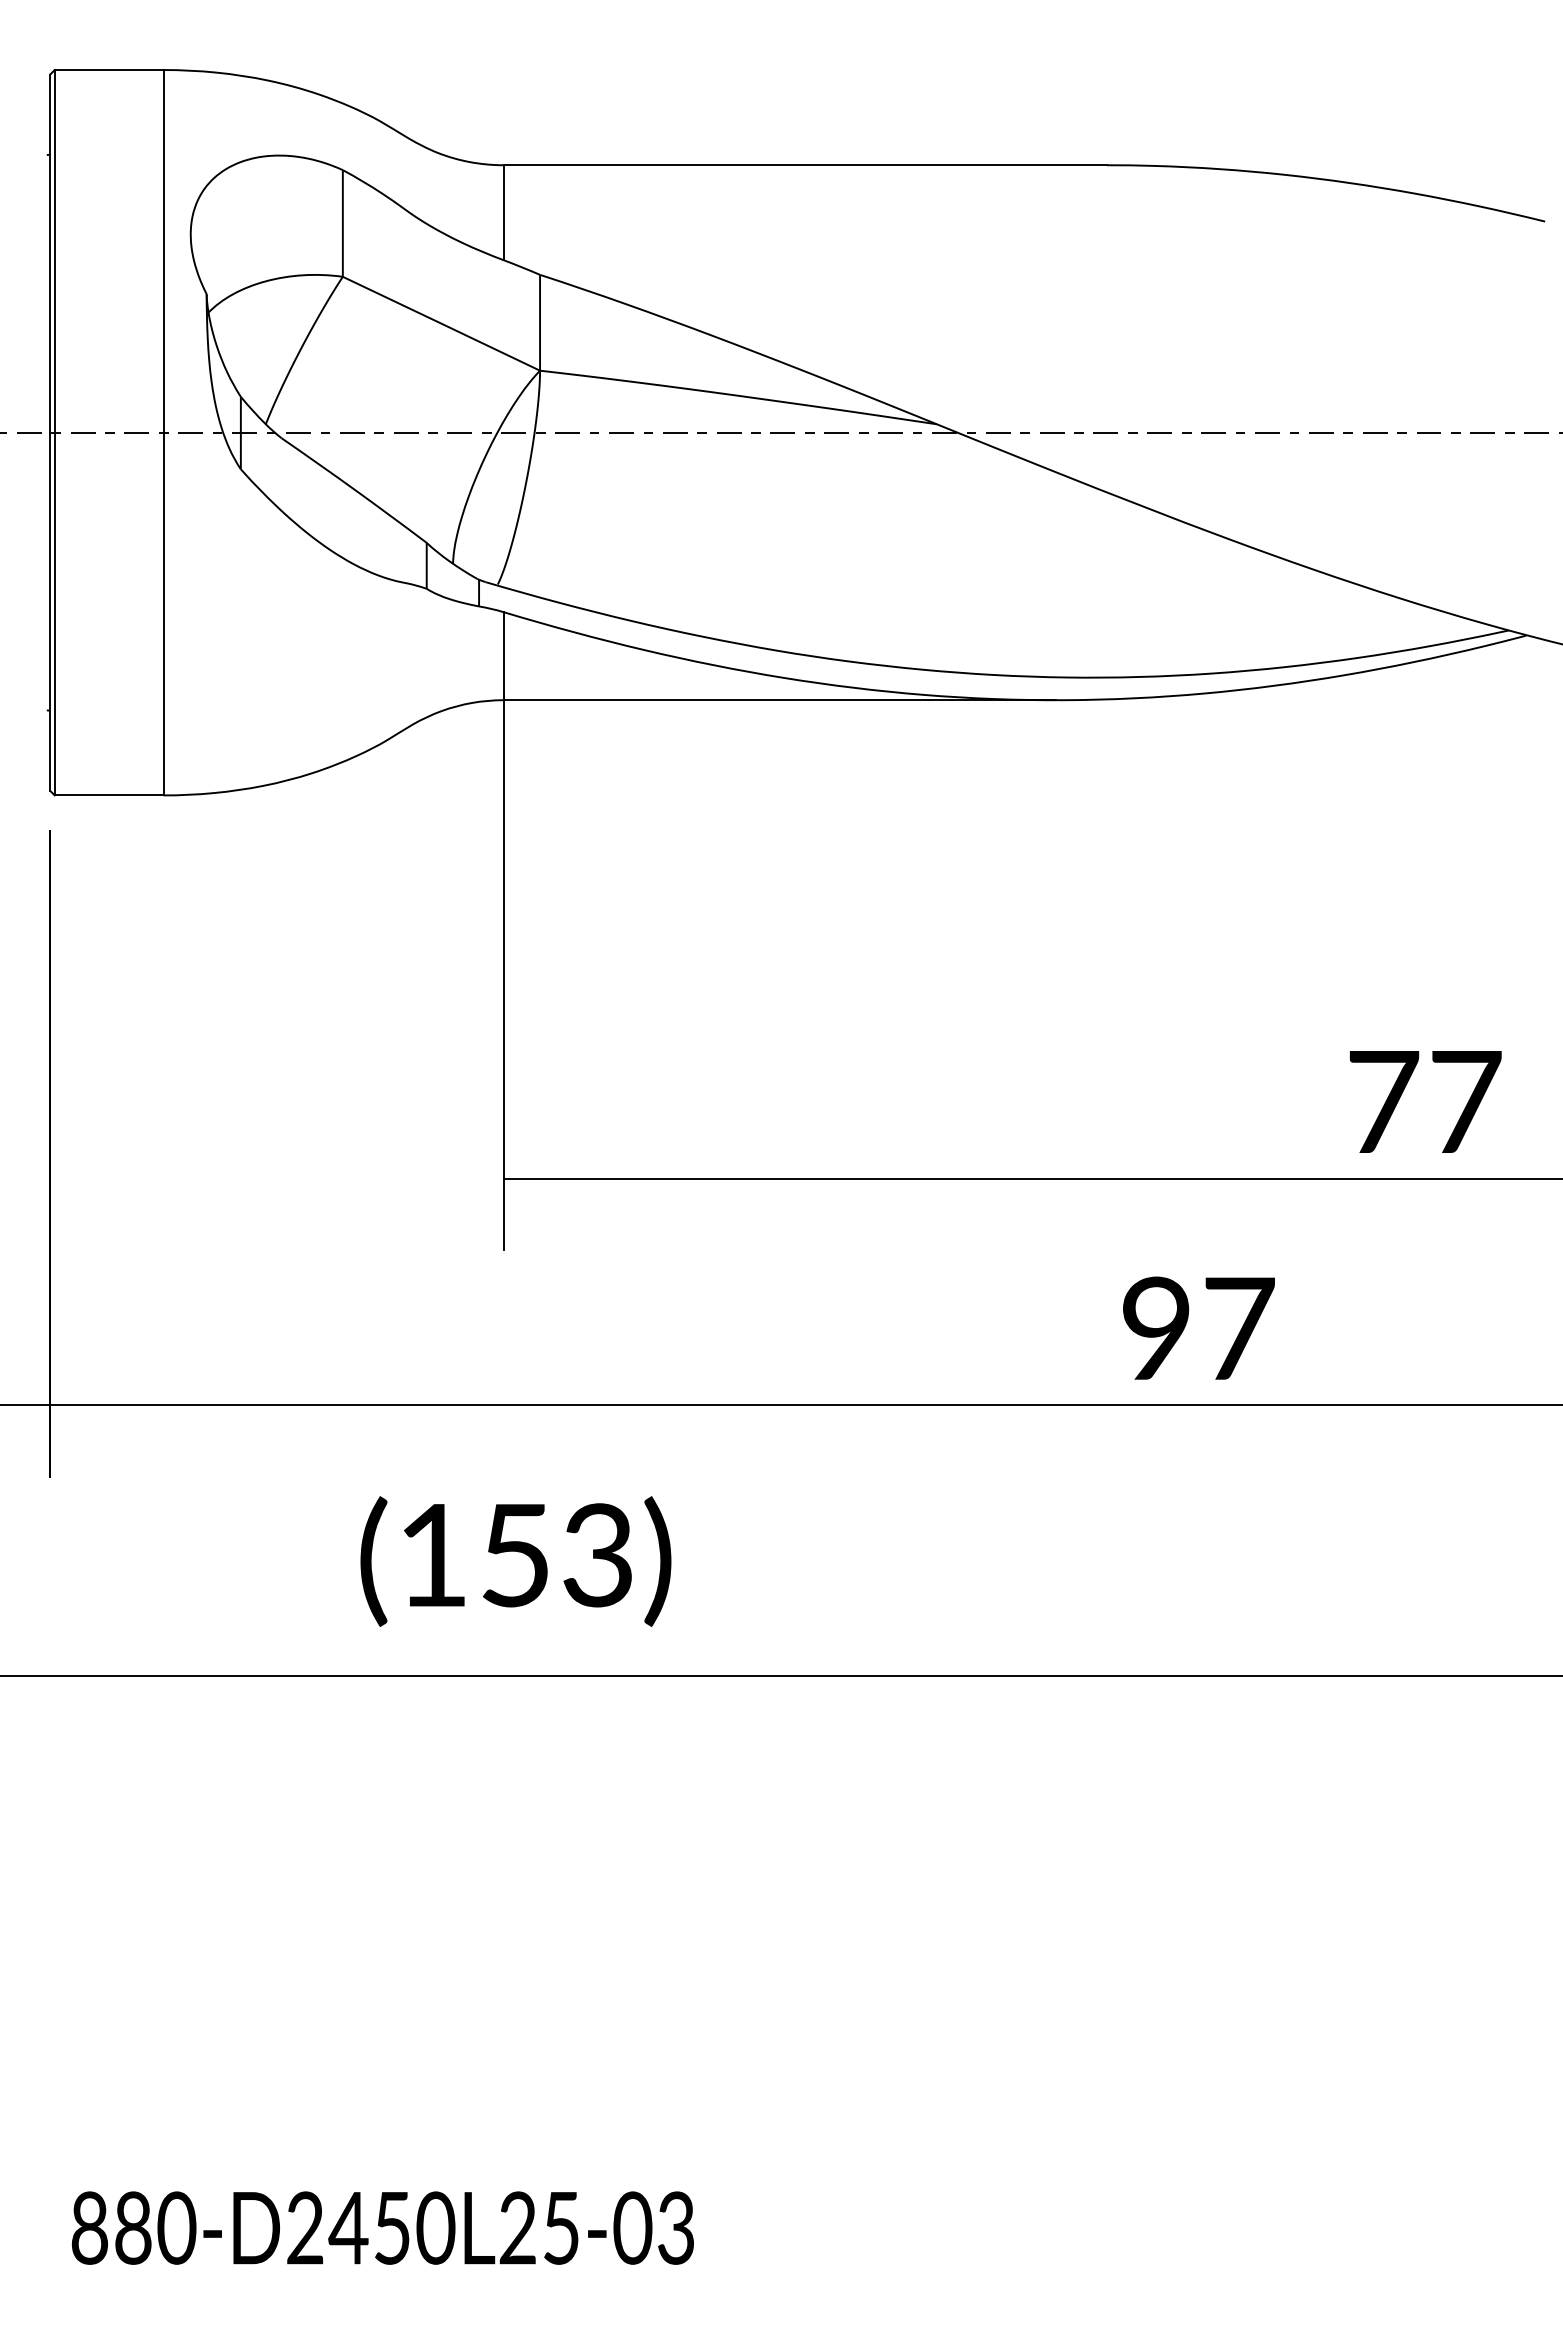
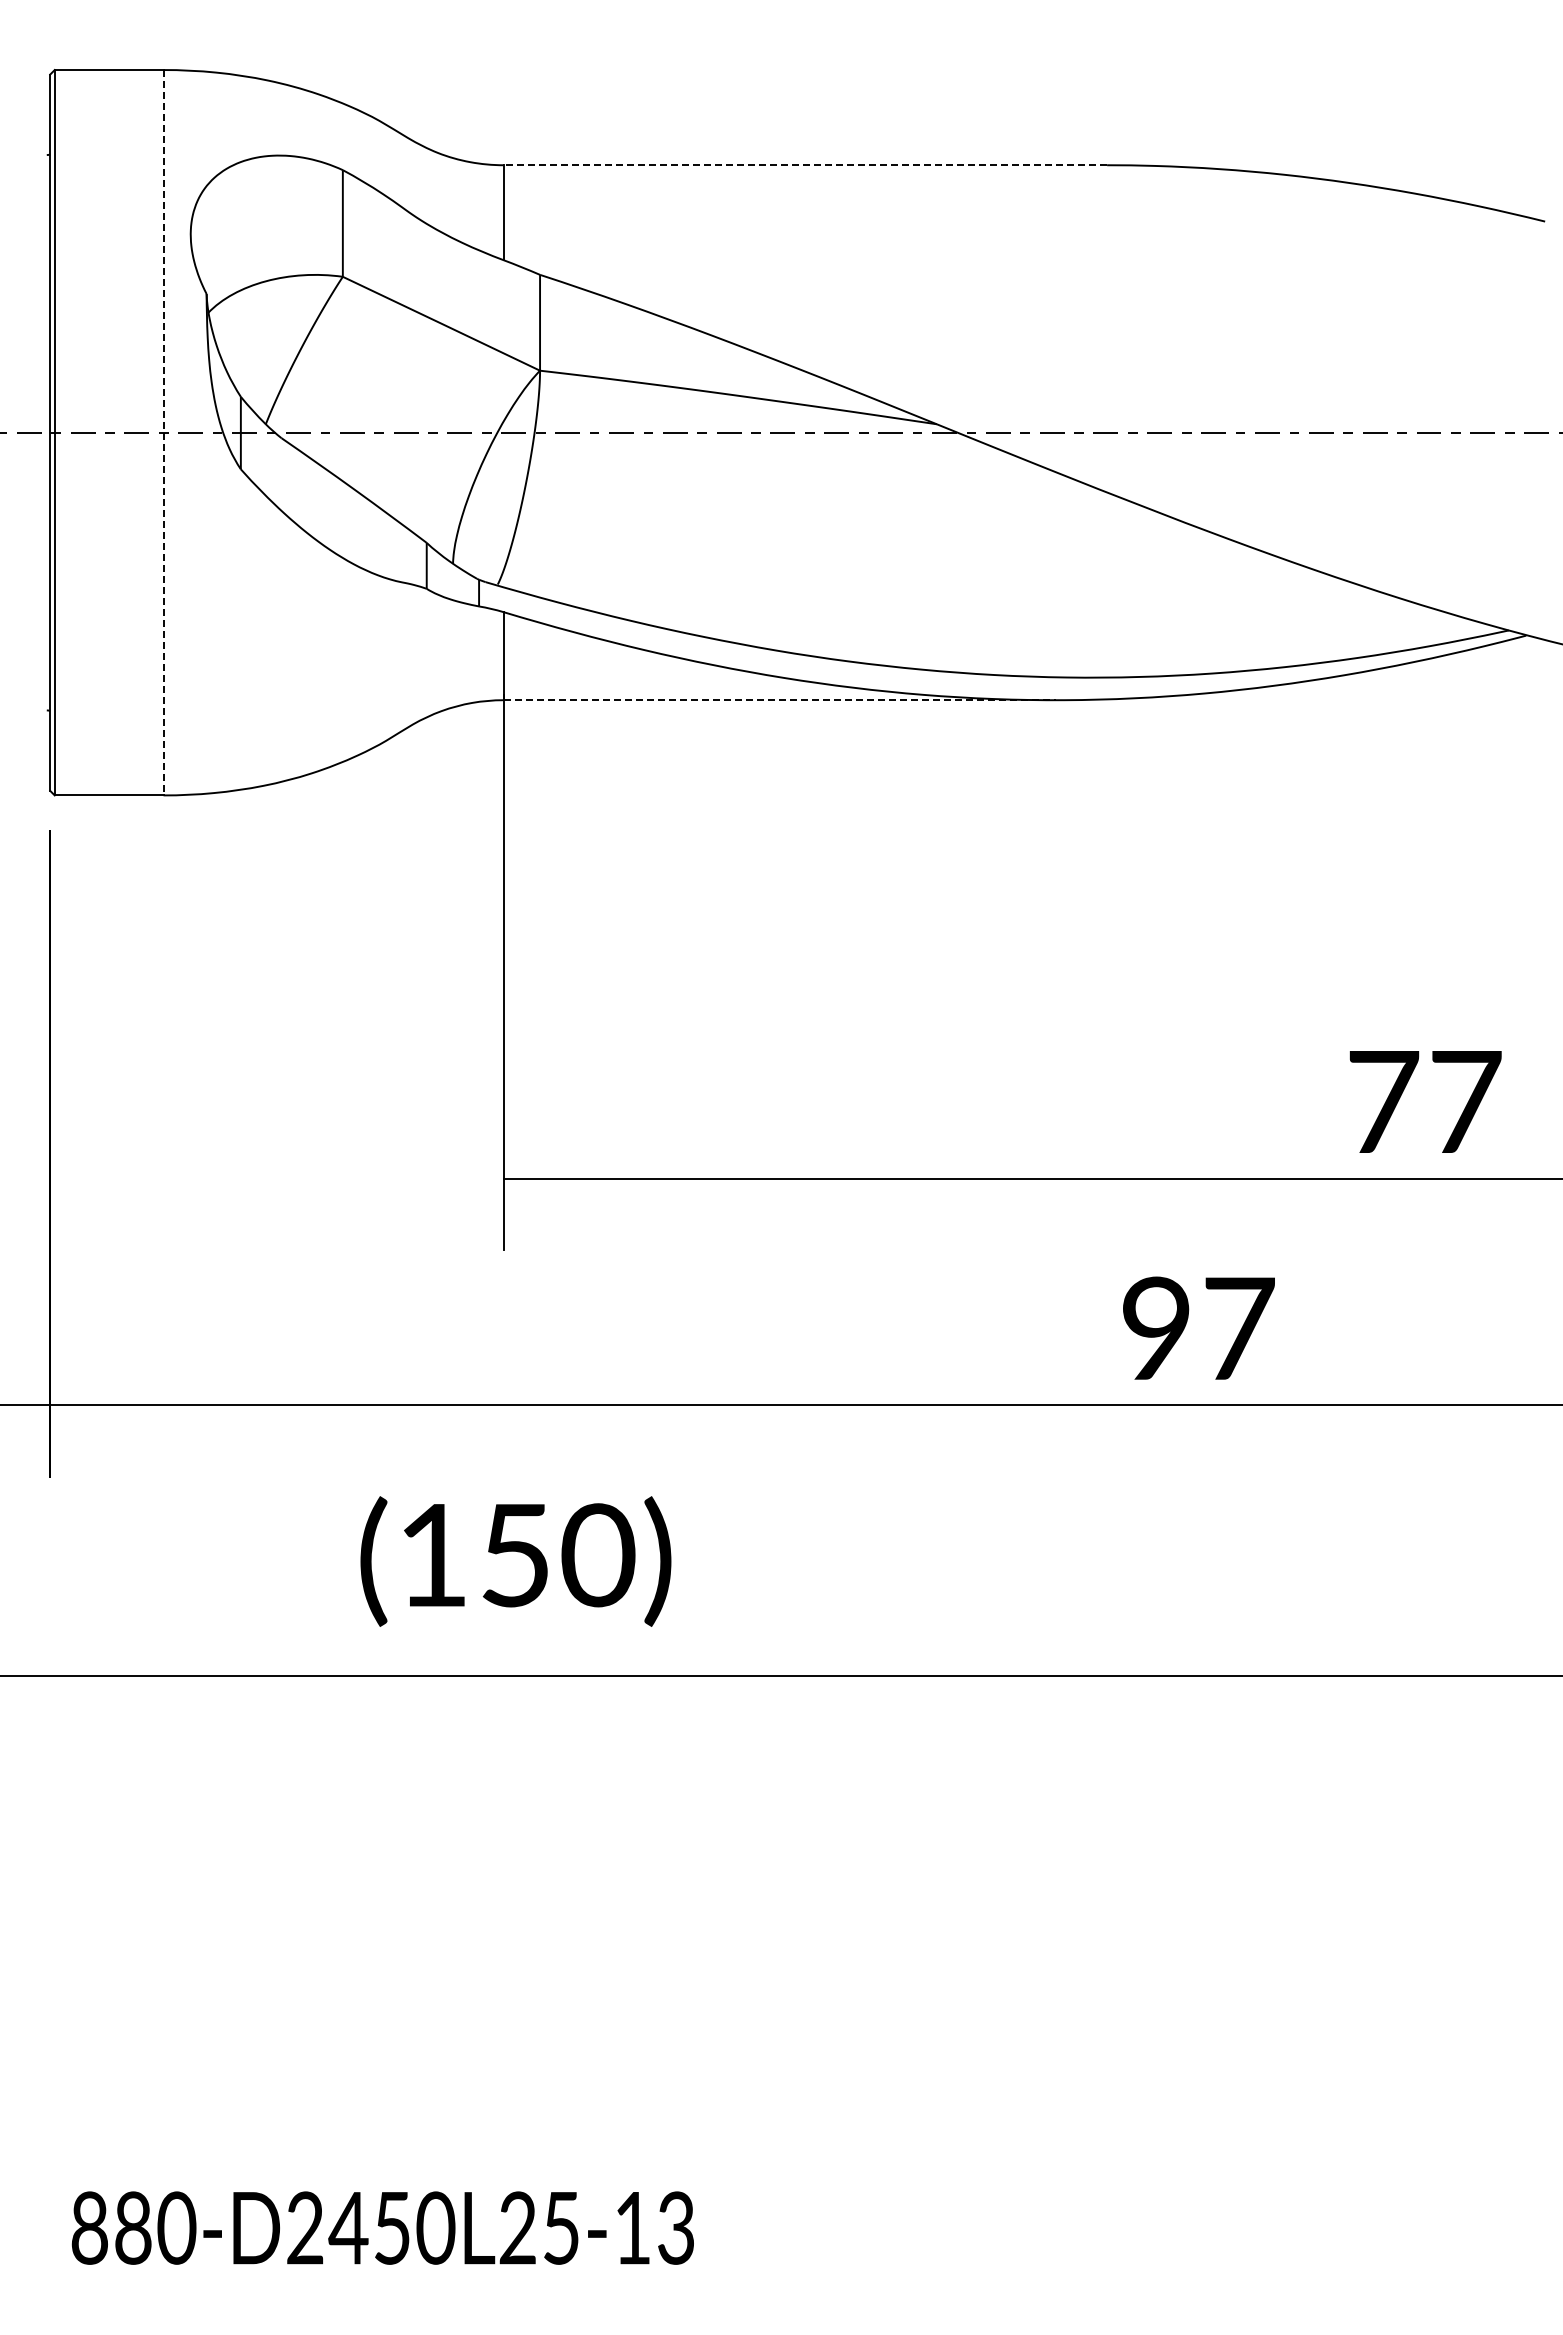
line at (805, 165): solid -> dashed
line at (163, 432): solid -> dashed
line at (780, 700): solid -> dashed
text at (598, 1555): (153) -> (150)
text at (632, 2227): 880-D2450L25-03 -> 880-D2450L25-13
